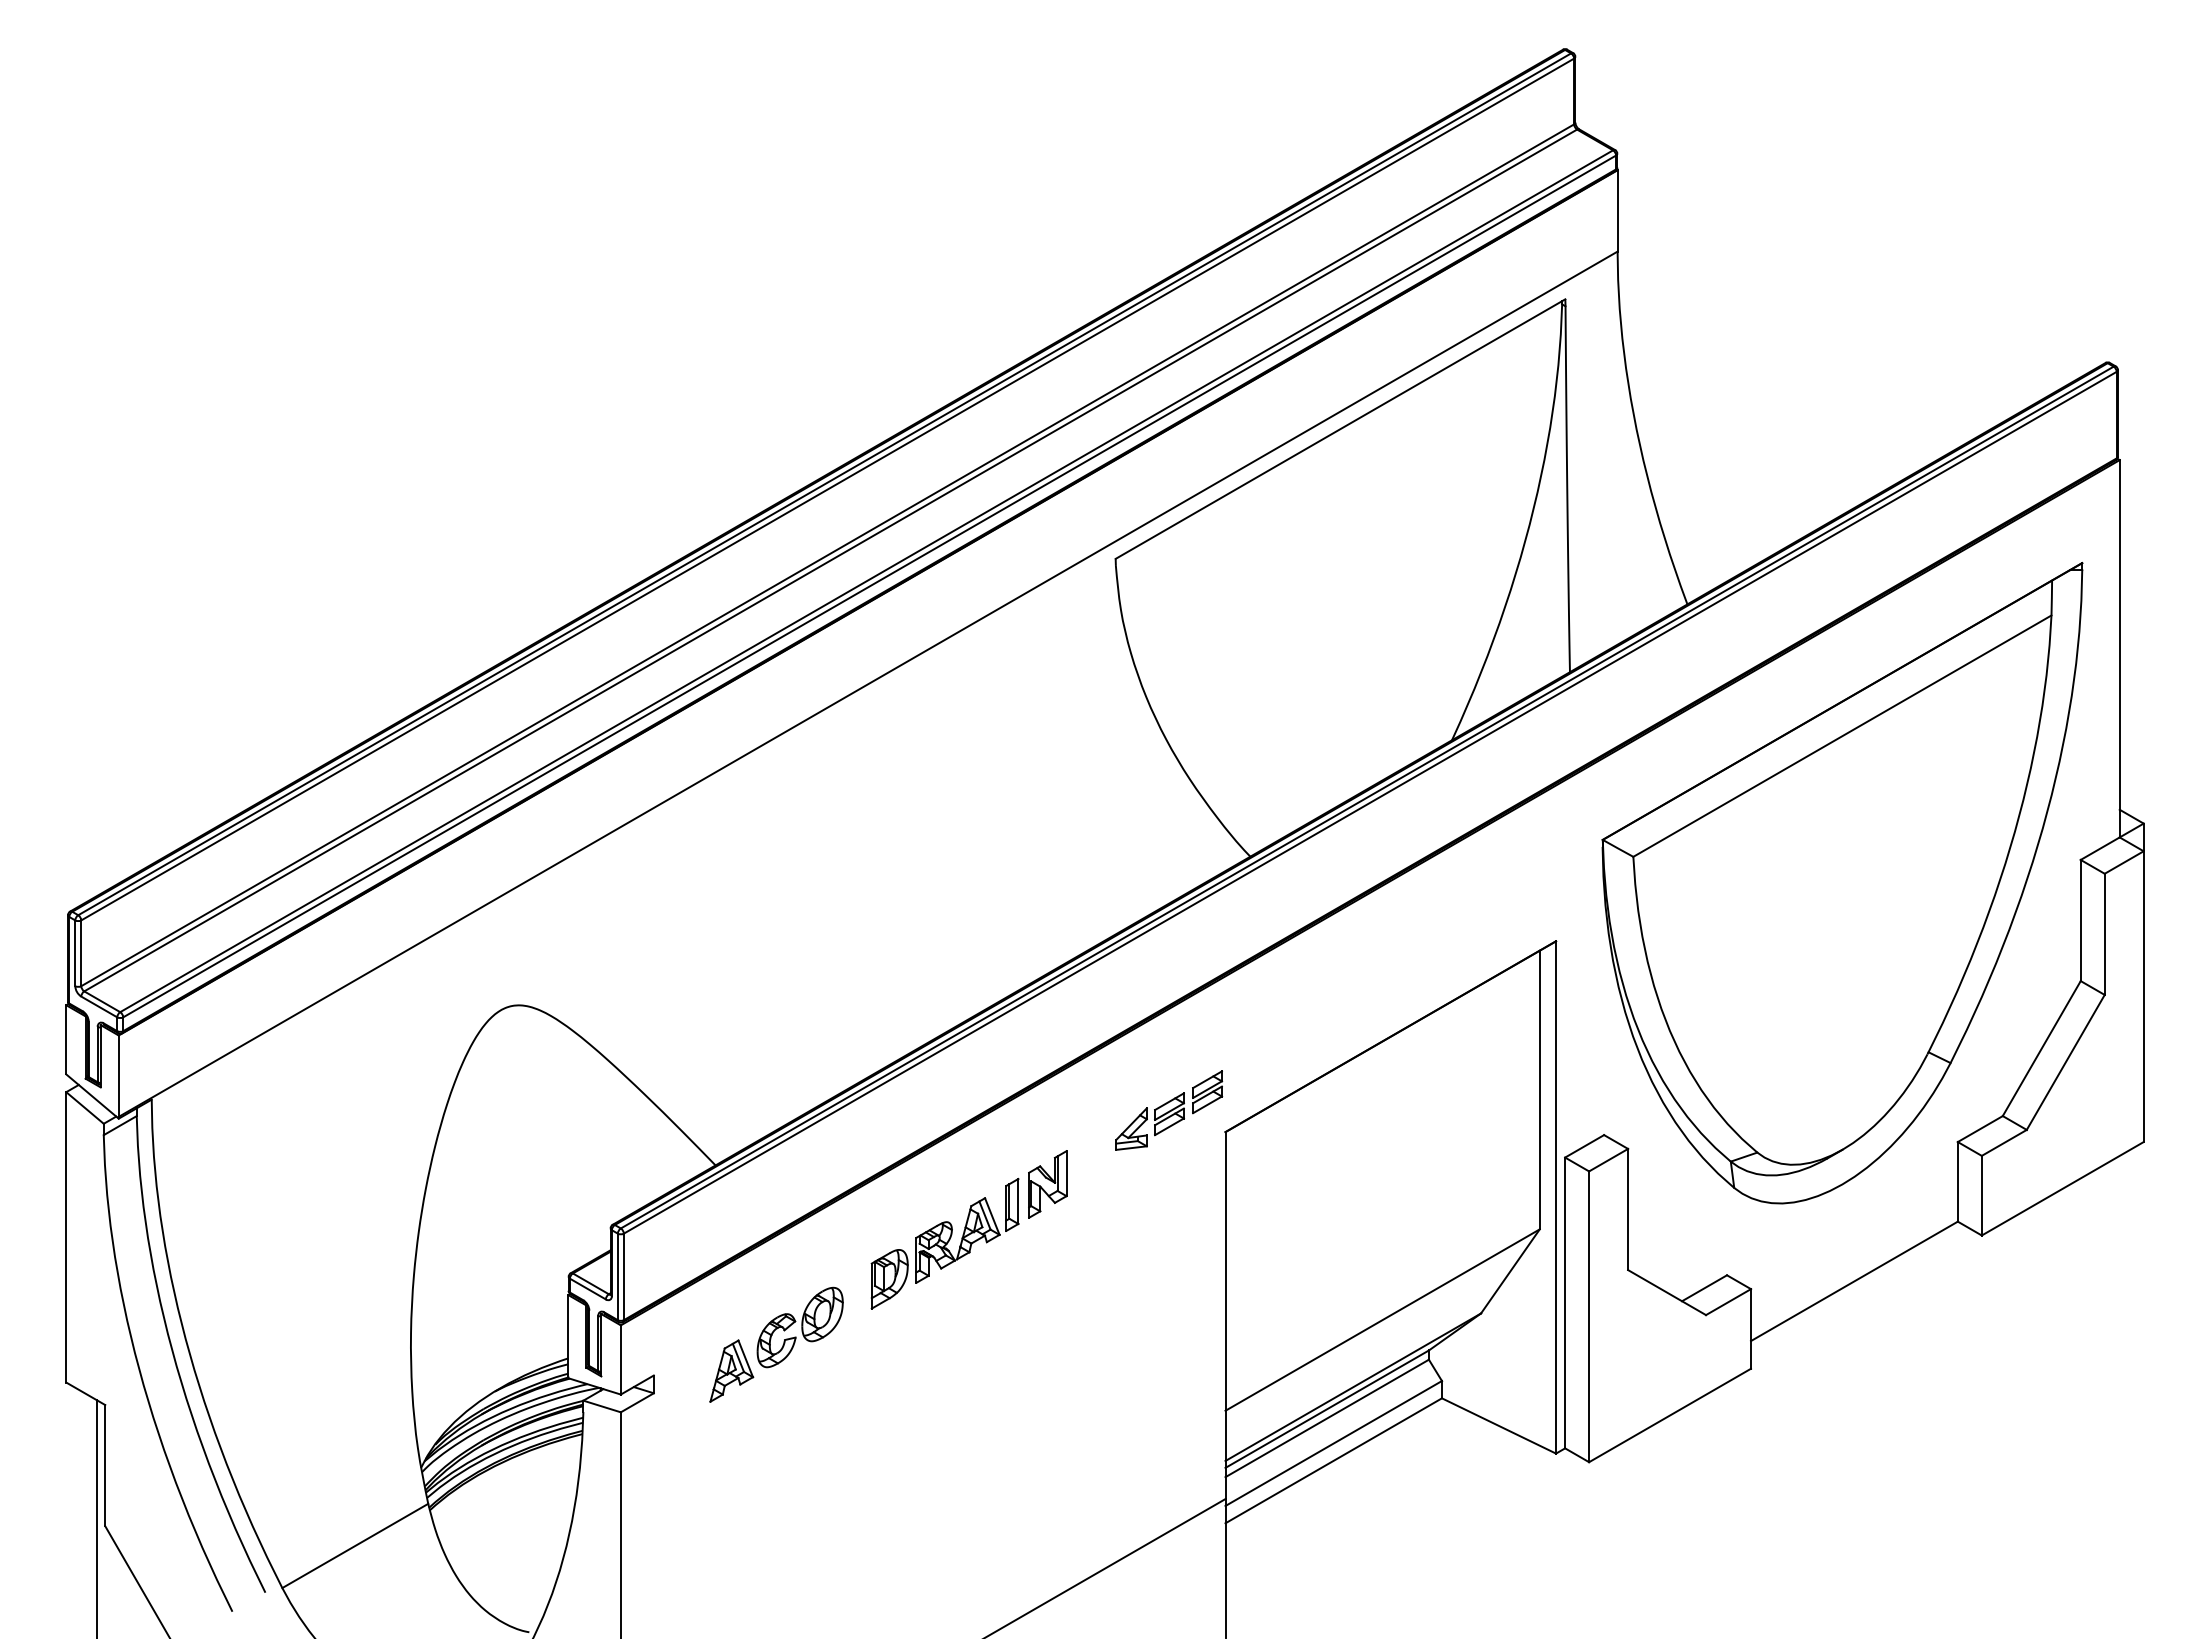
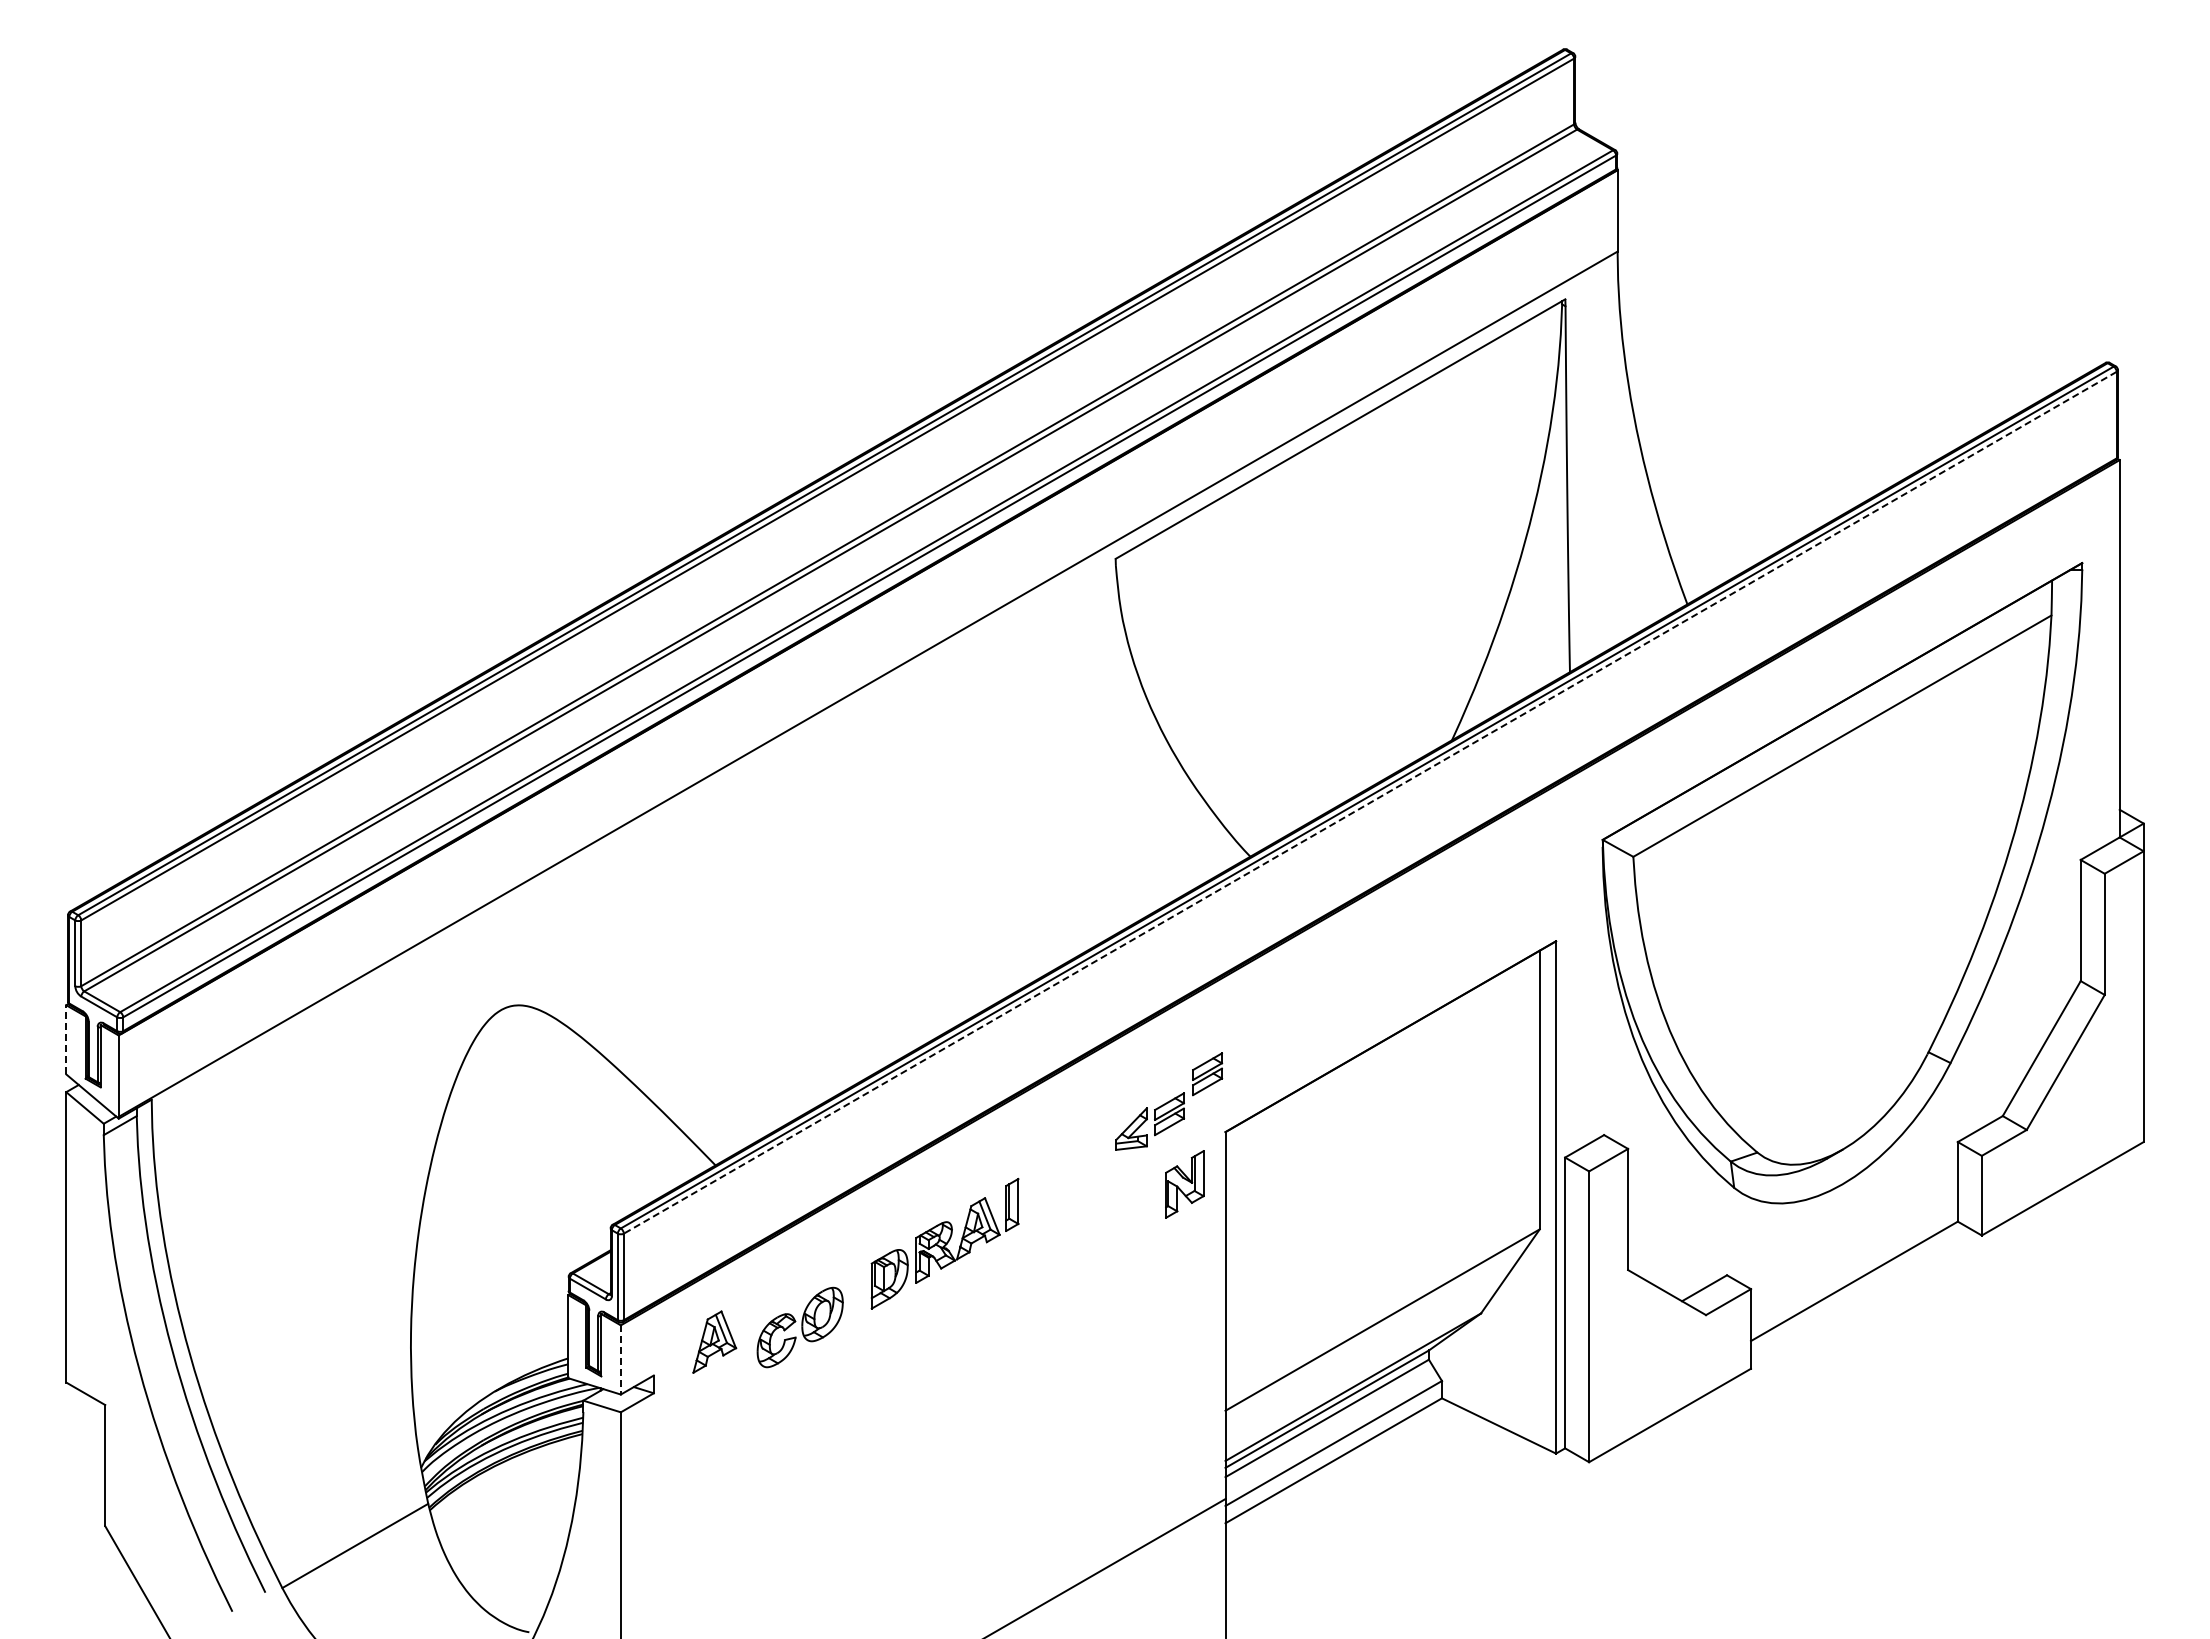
line at (1370, 802): solid -> dashed
line at (66, 1039): solid -> dashed
part at (1207, 1092) position: (1207, 1092) -> (1207, 1074)
part at (1047, 1184) position: (1047, 1184) -> (1184, 1184)
line at (620, 1359): solid -> dashed
part at (731, 1370) position: (731, 1370) -> (714, 1341)
line at (96, 1517): present -> none
